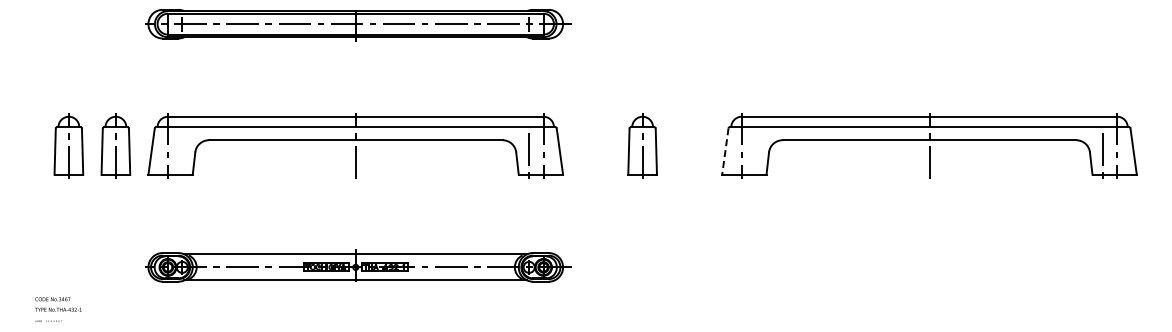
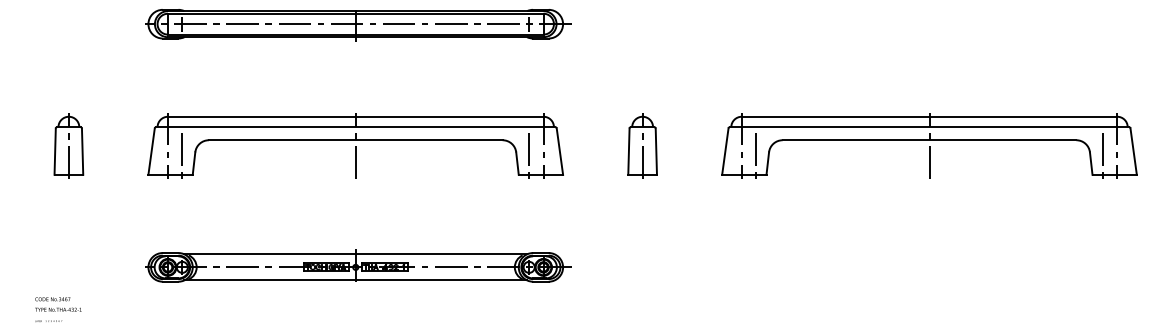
part at (115, 145): present -> none
line at (725, 152): dashed -> solid
line at (182, 155): none -> present
line at (756, 155): none -> present
